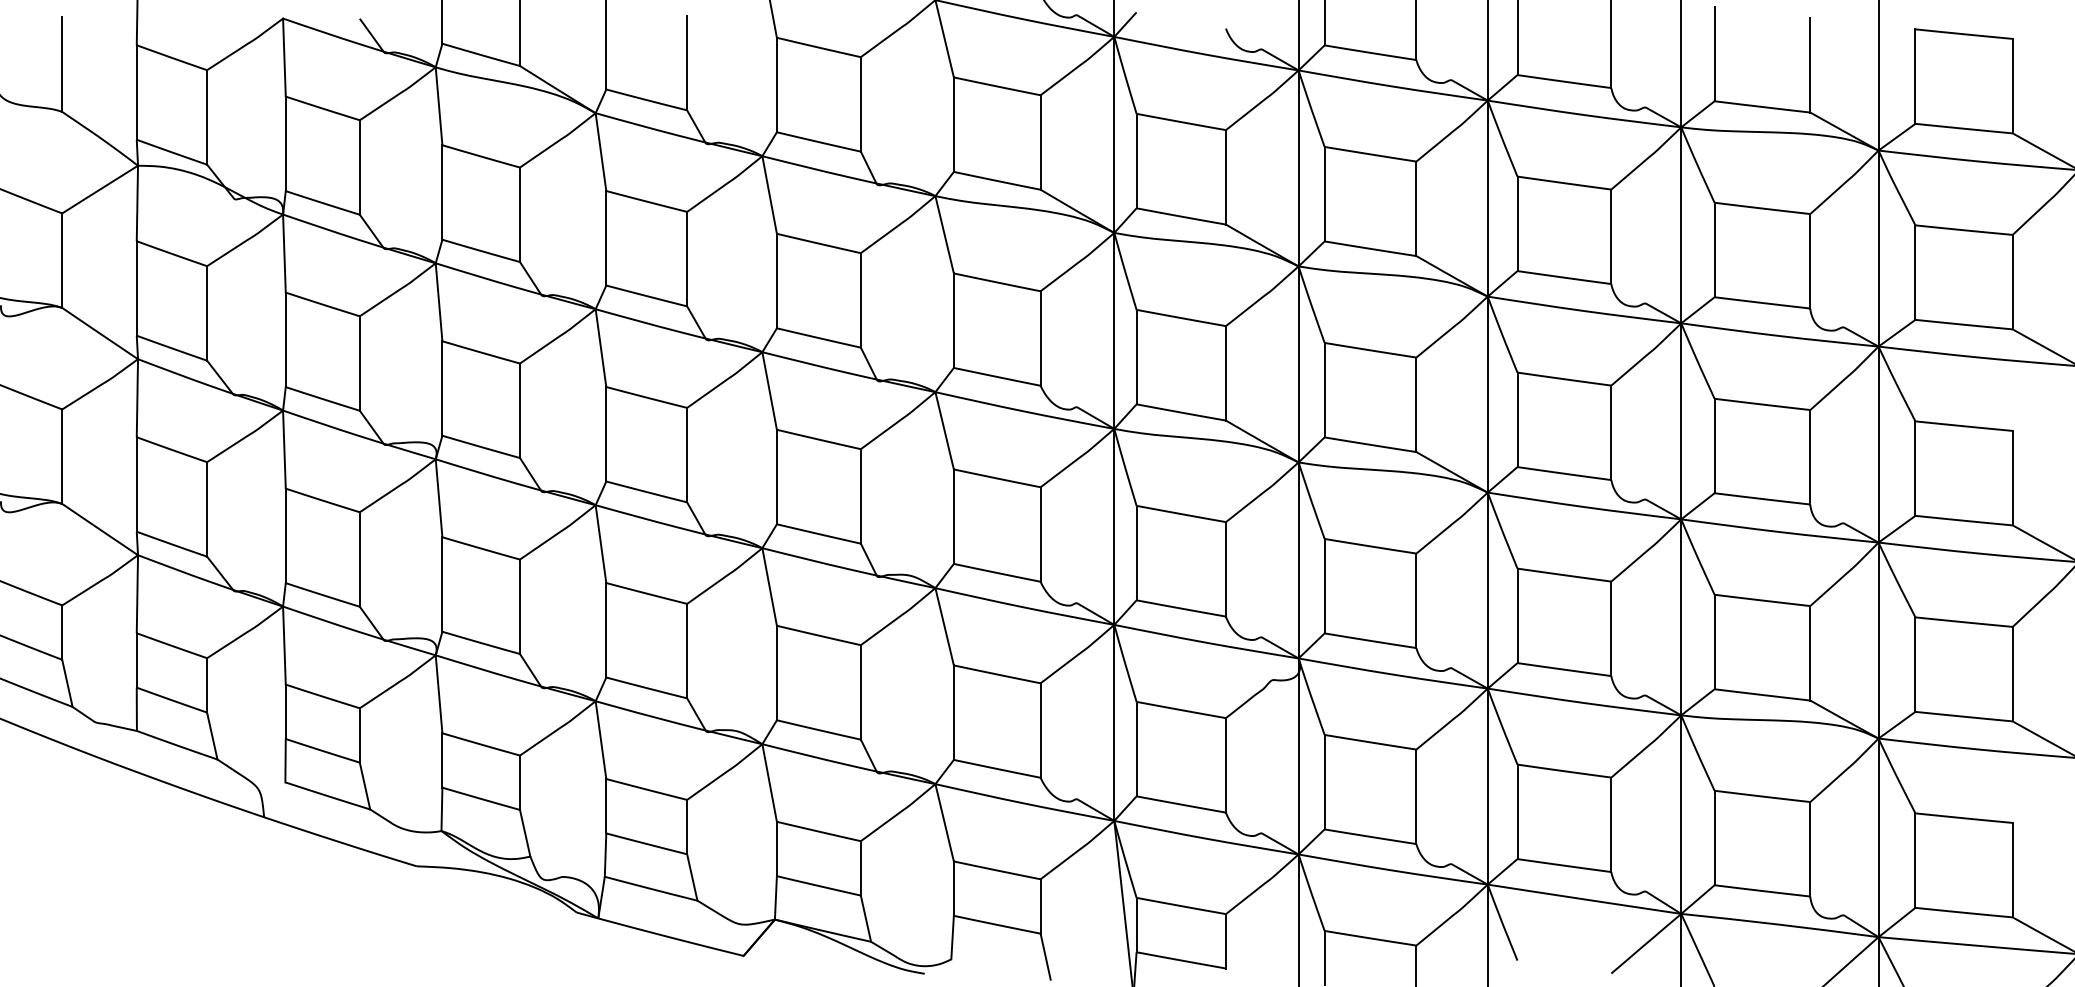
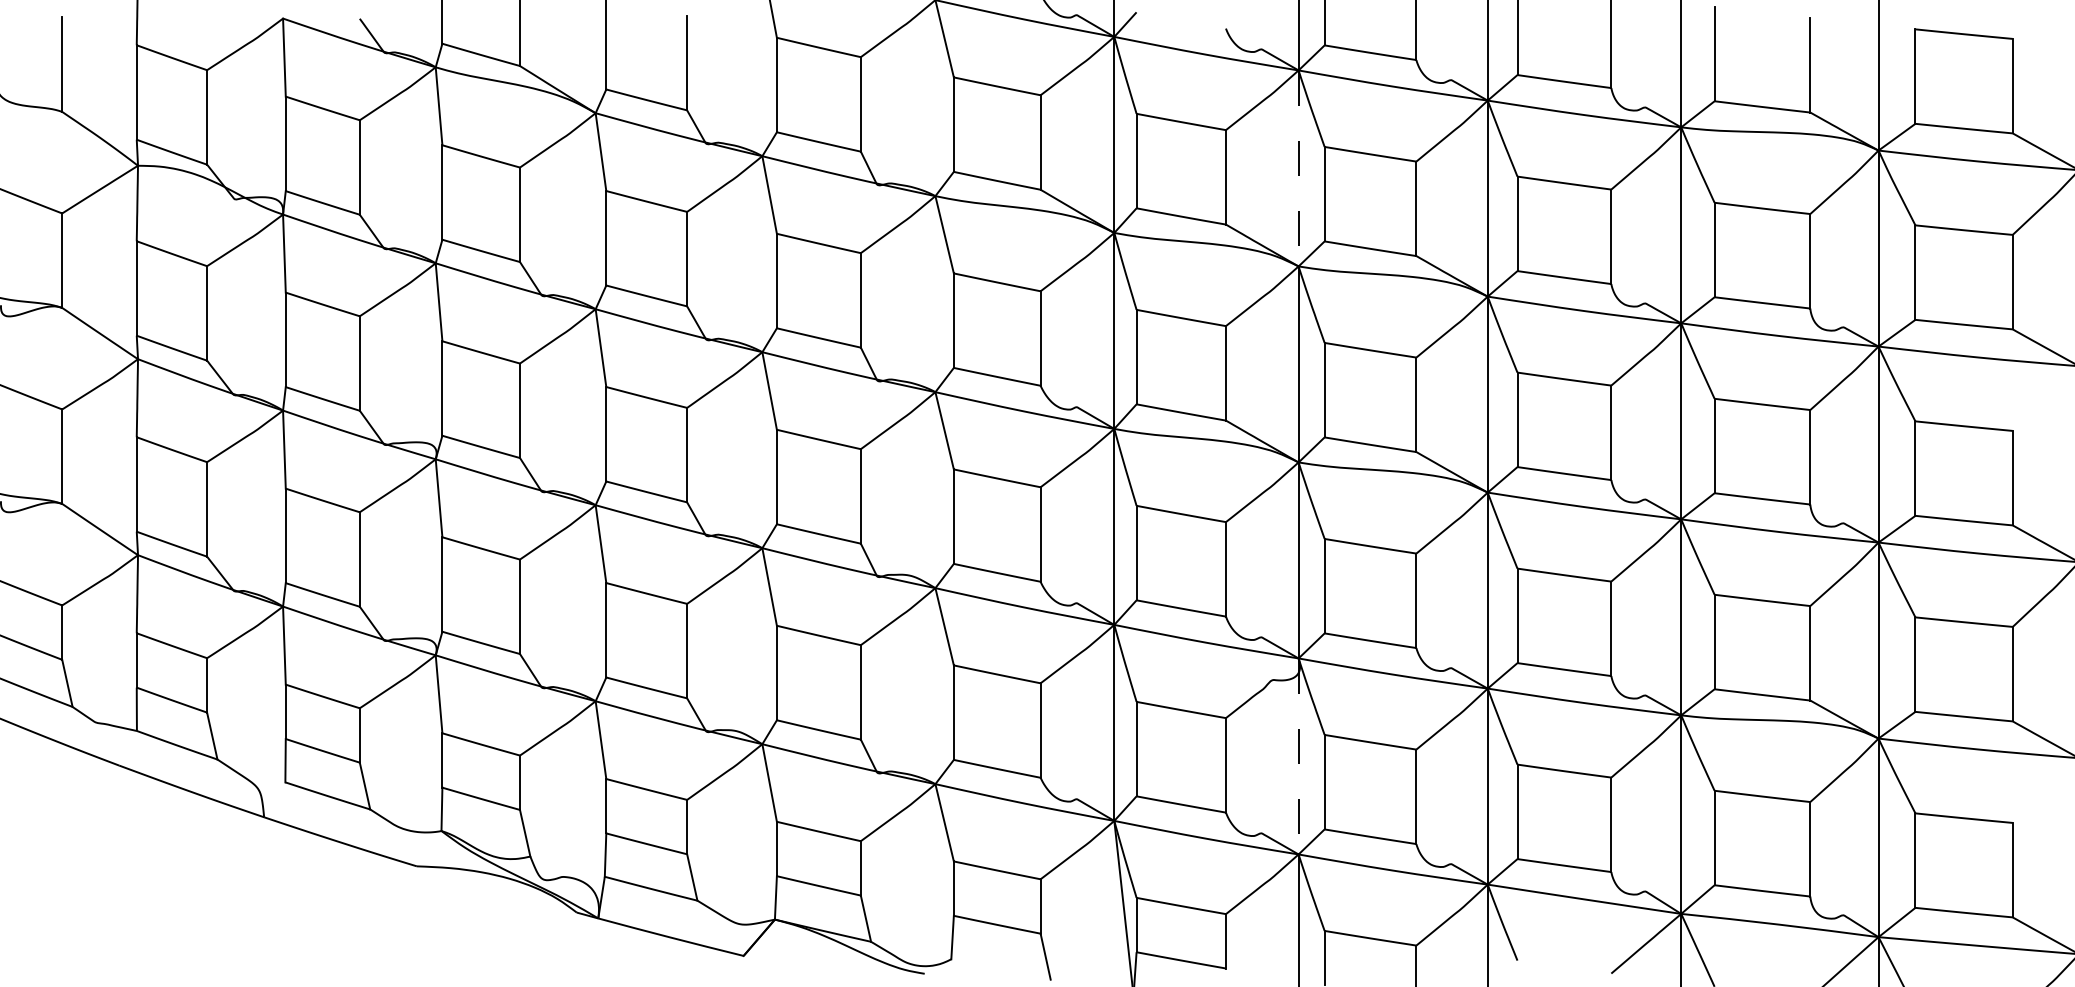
line at (1298, 168): solid -> dashed
line at (1298, 756): solid -> dashed
